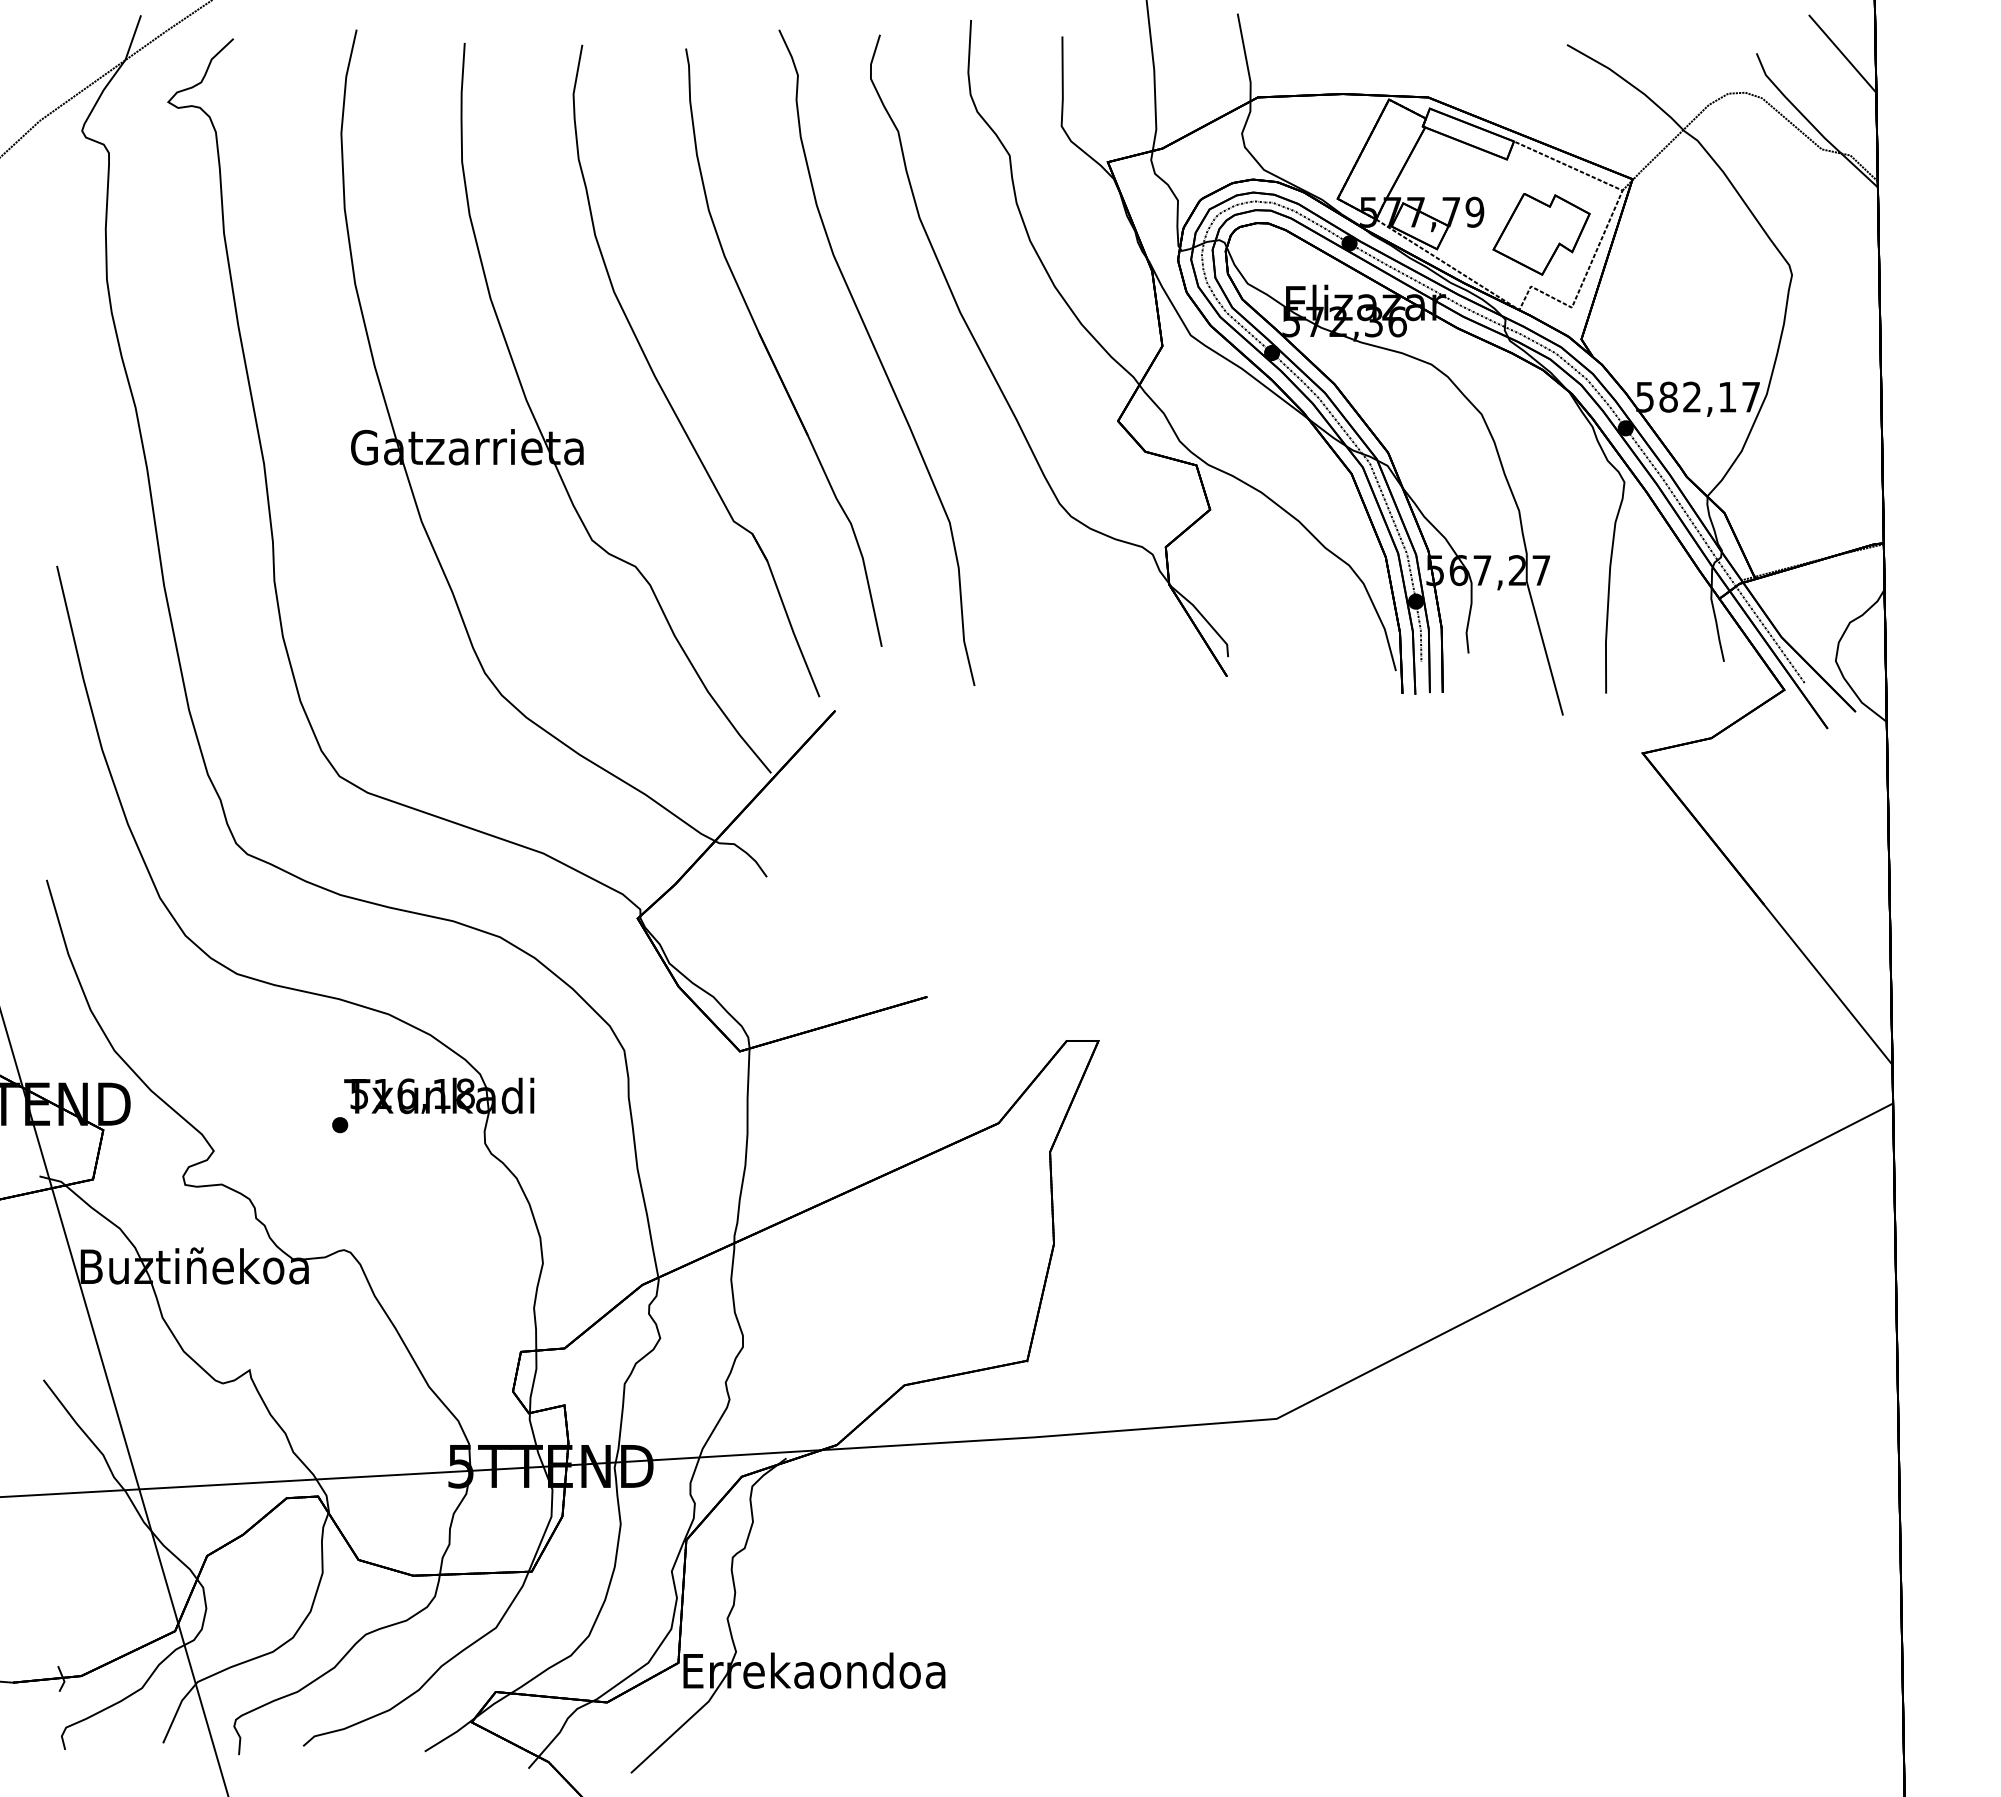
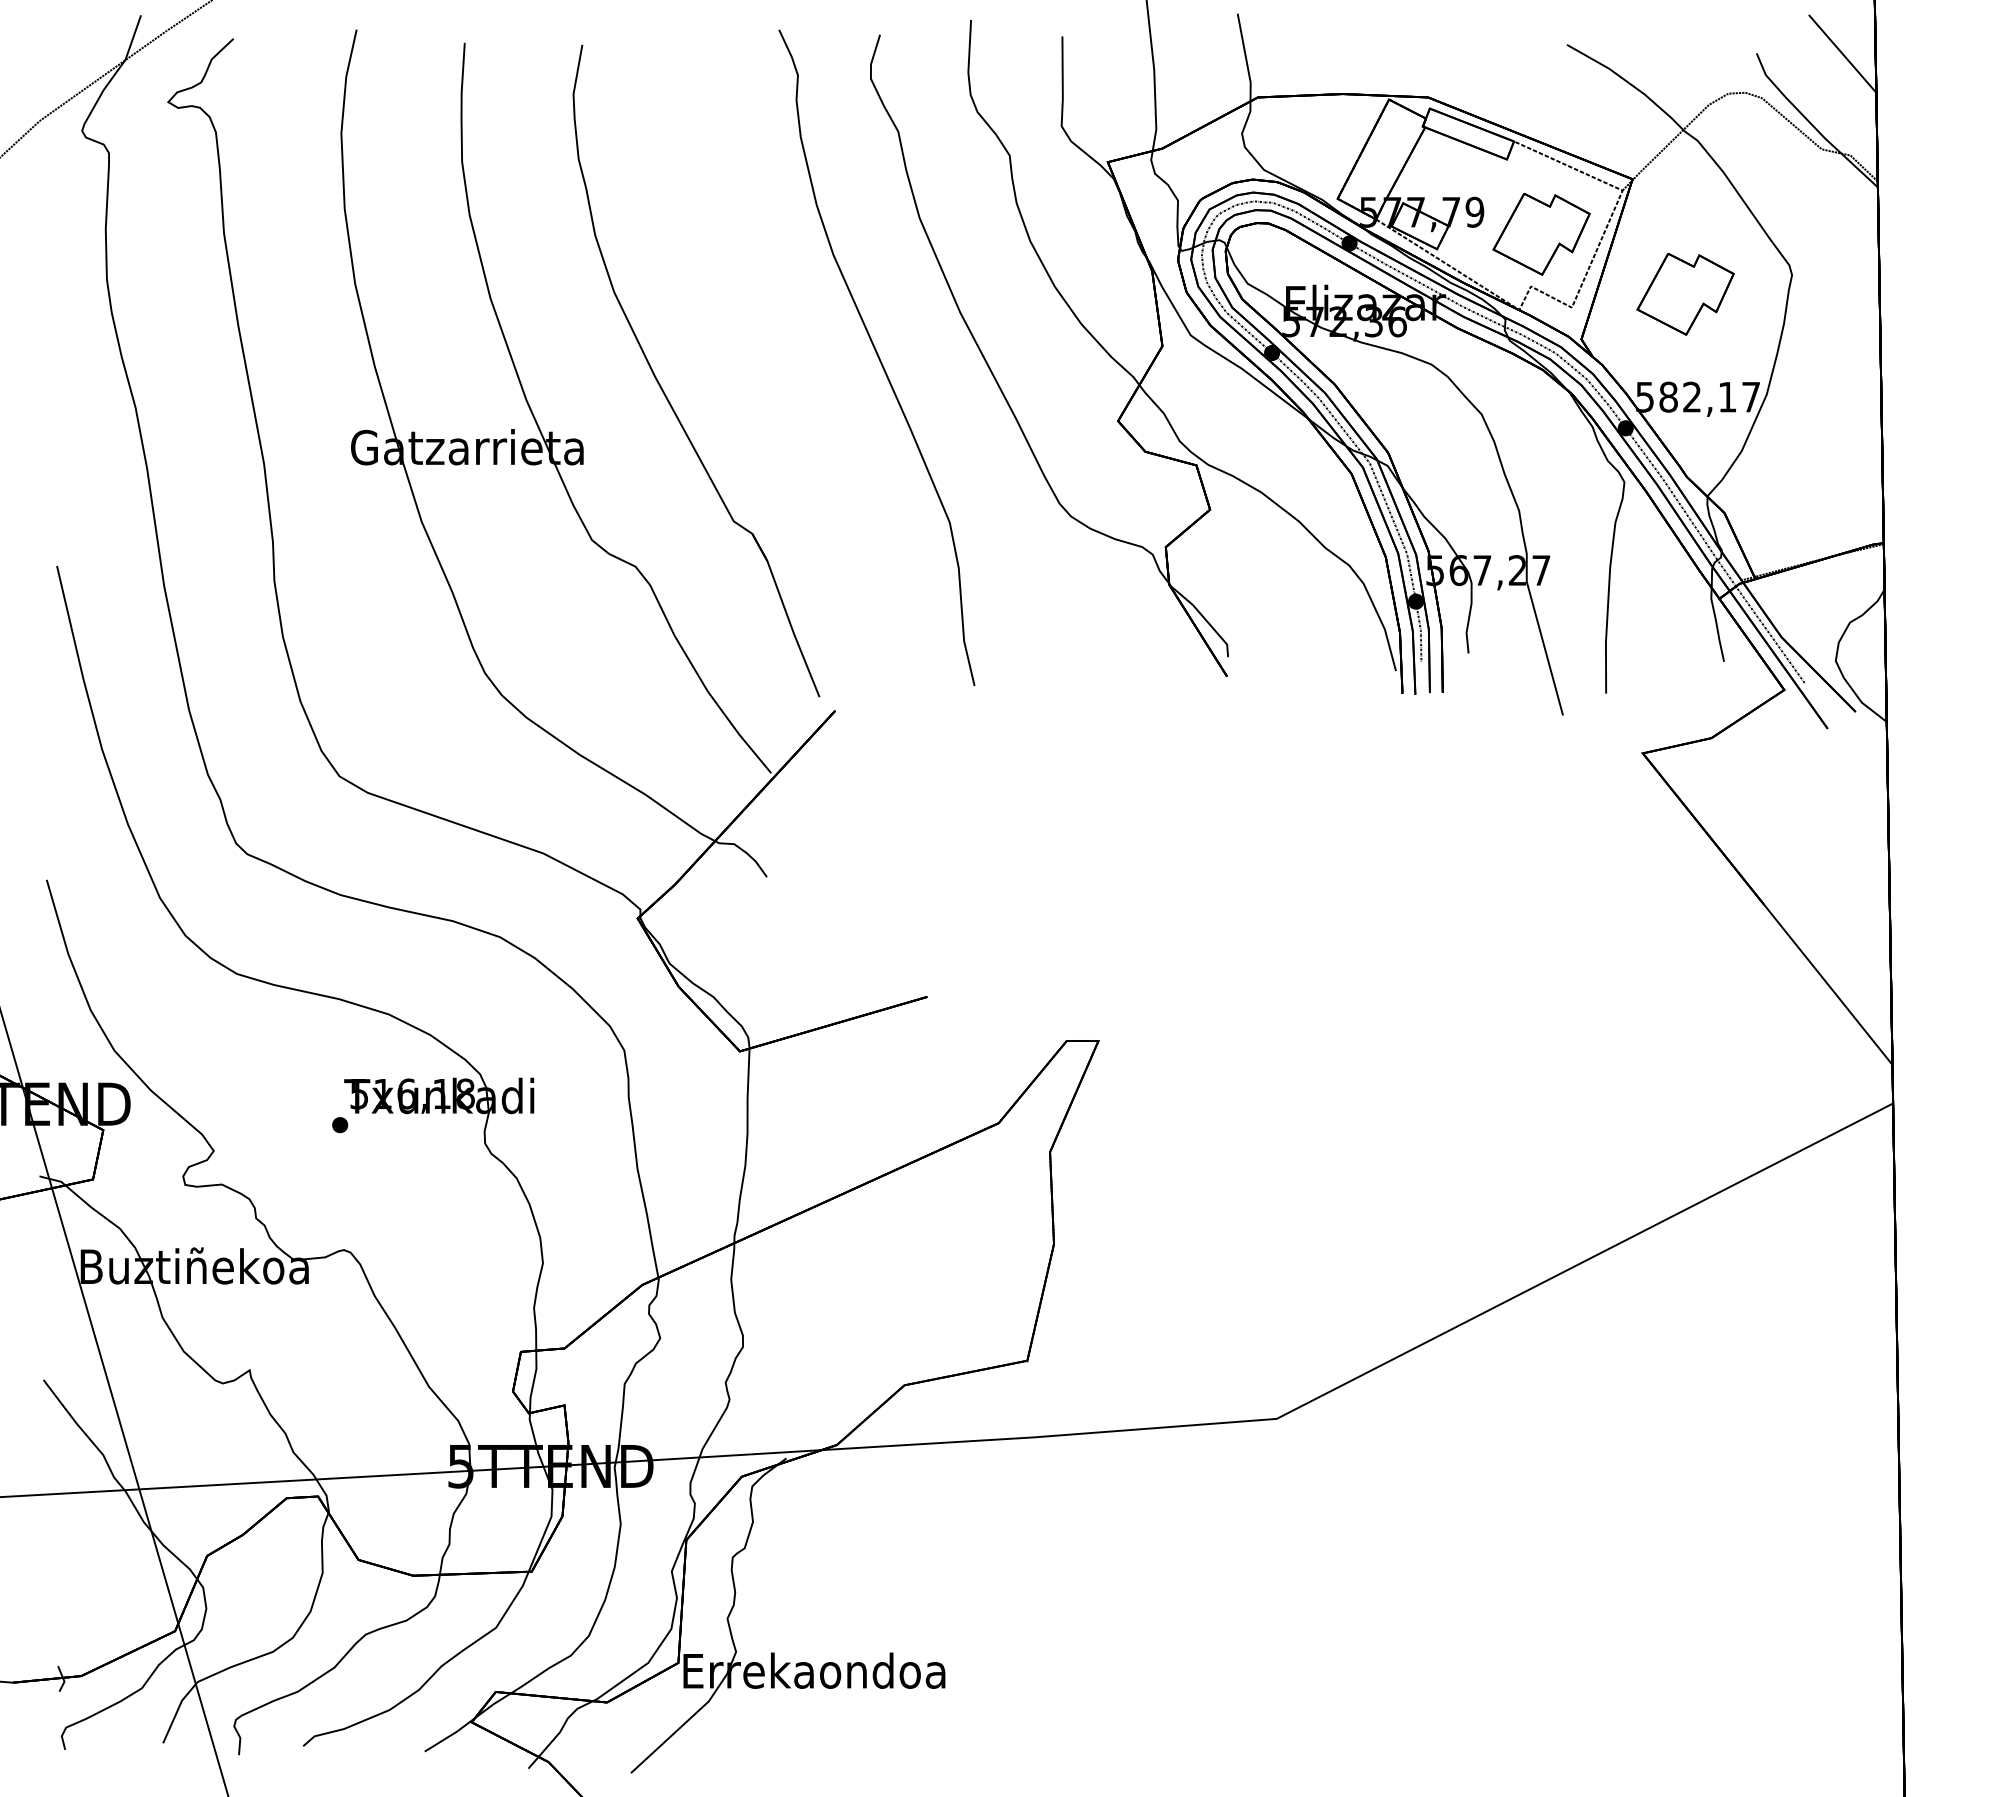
part at (1685, 294): none -> present
part at (770, 354): present -> none
